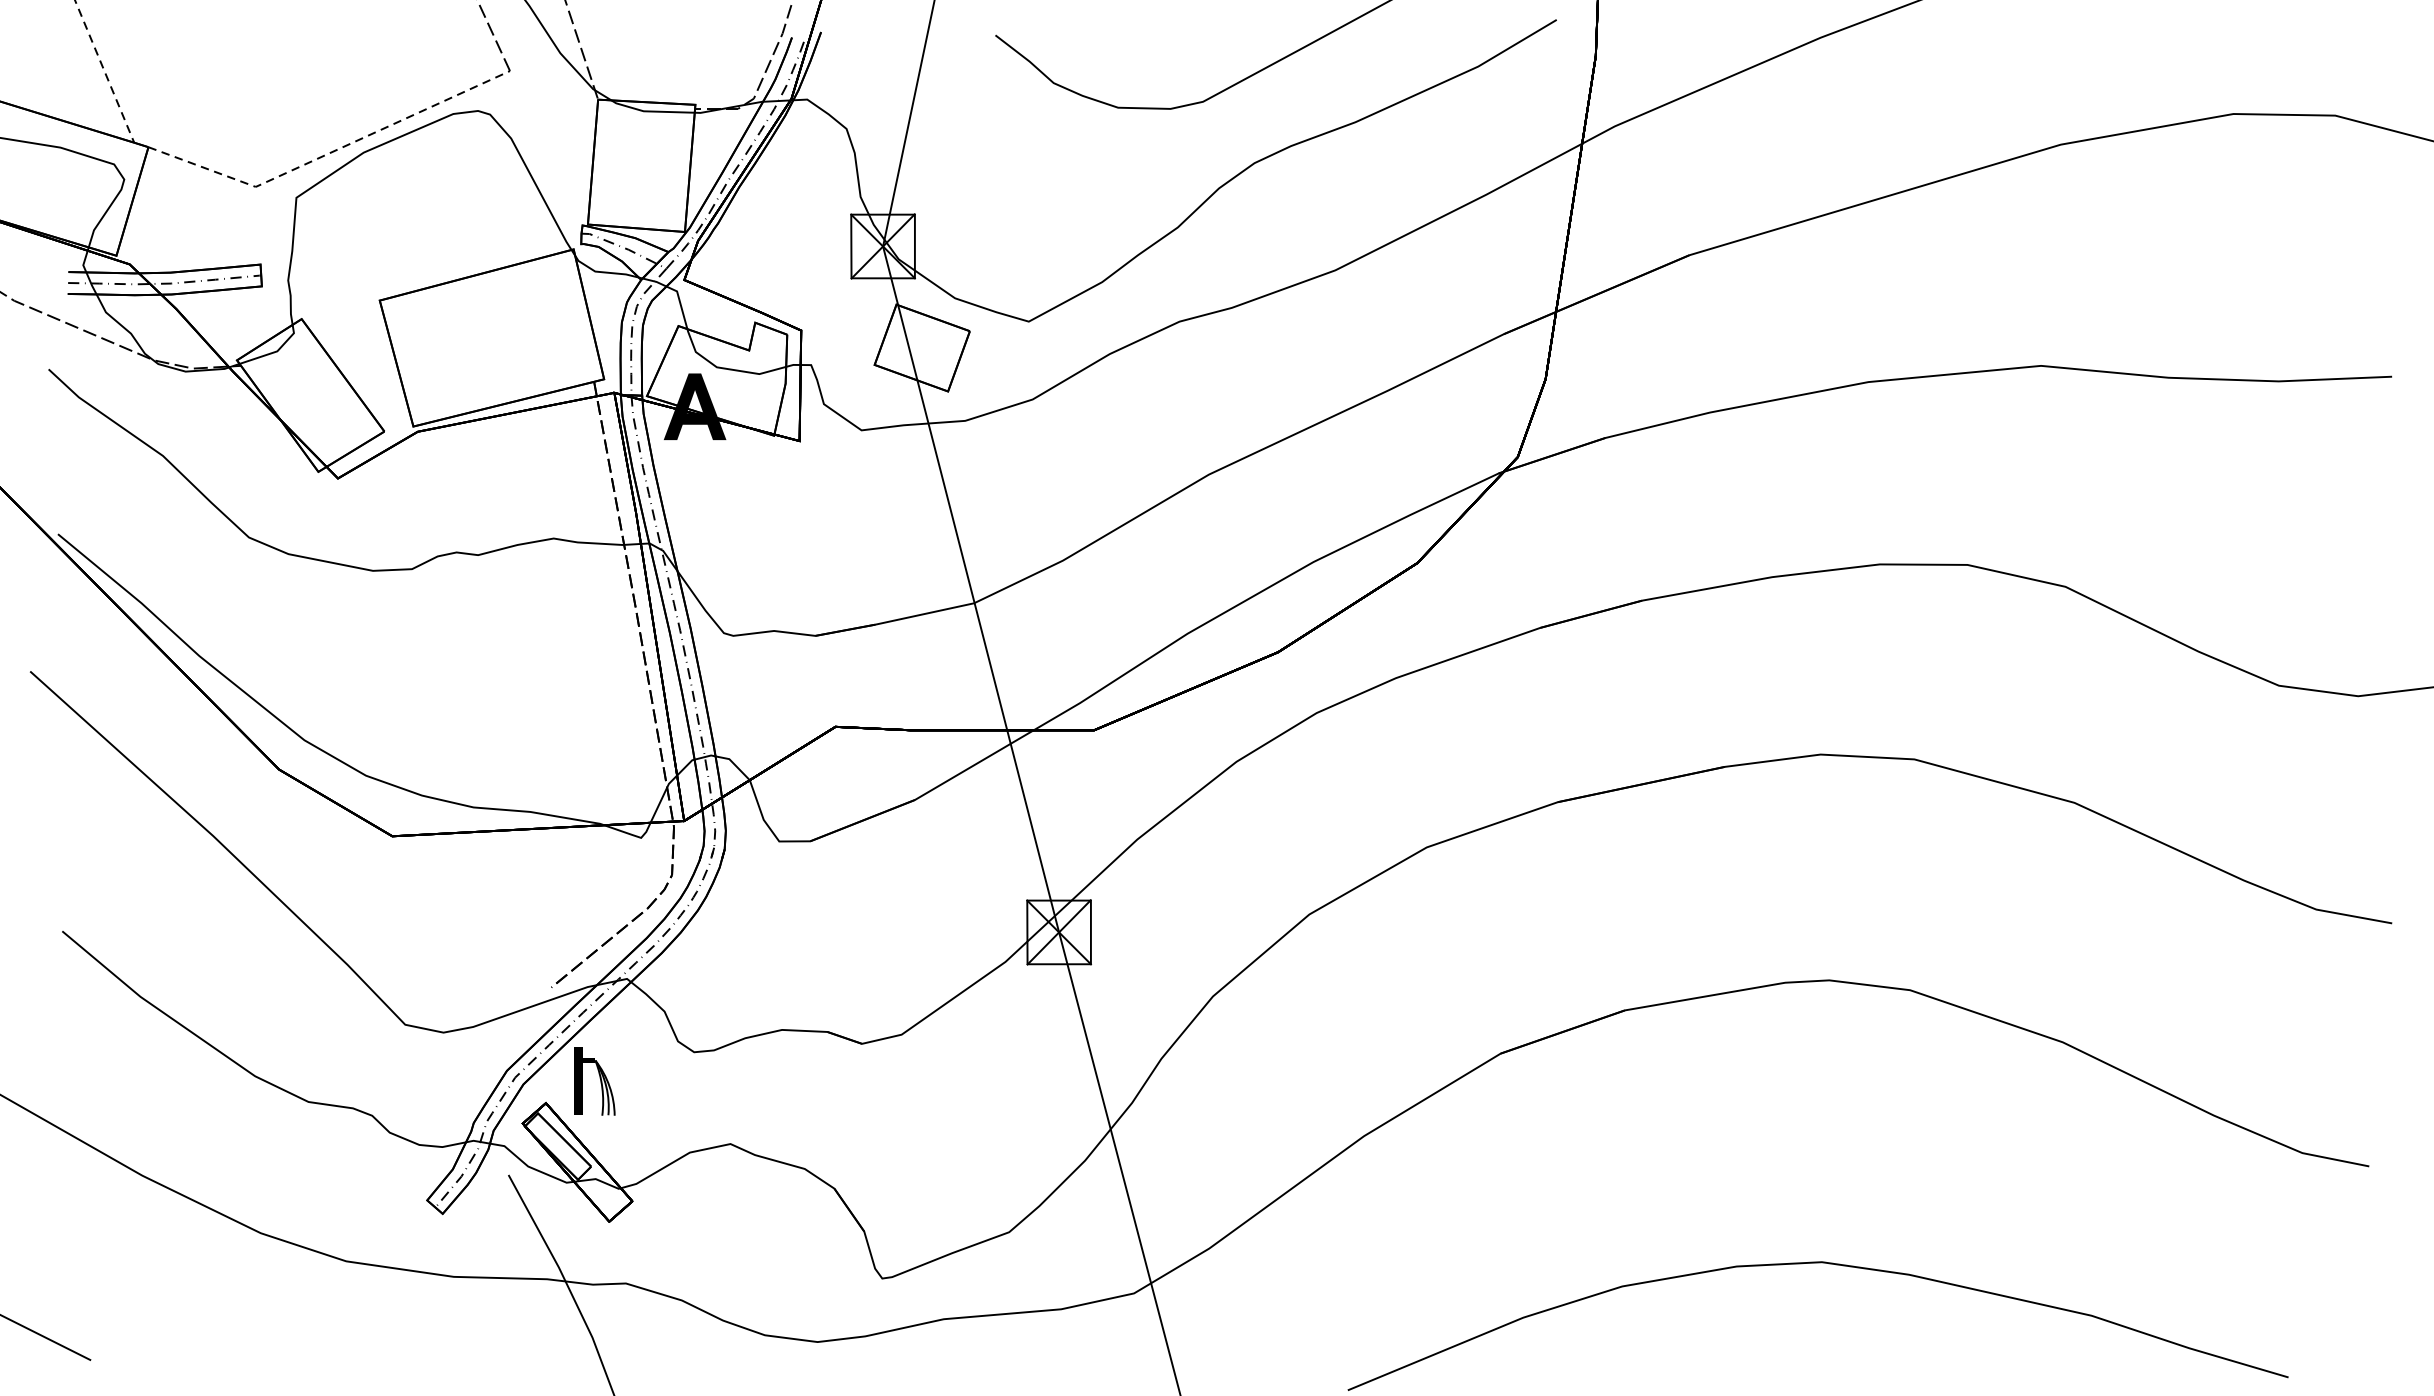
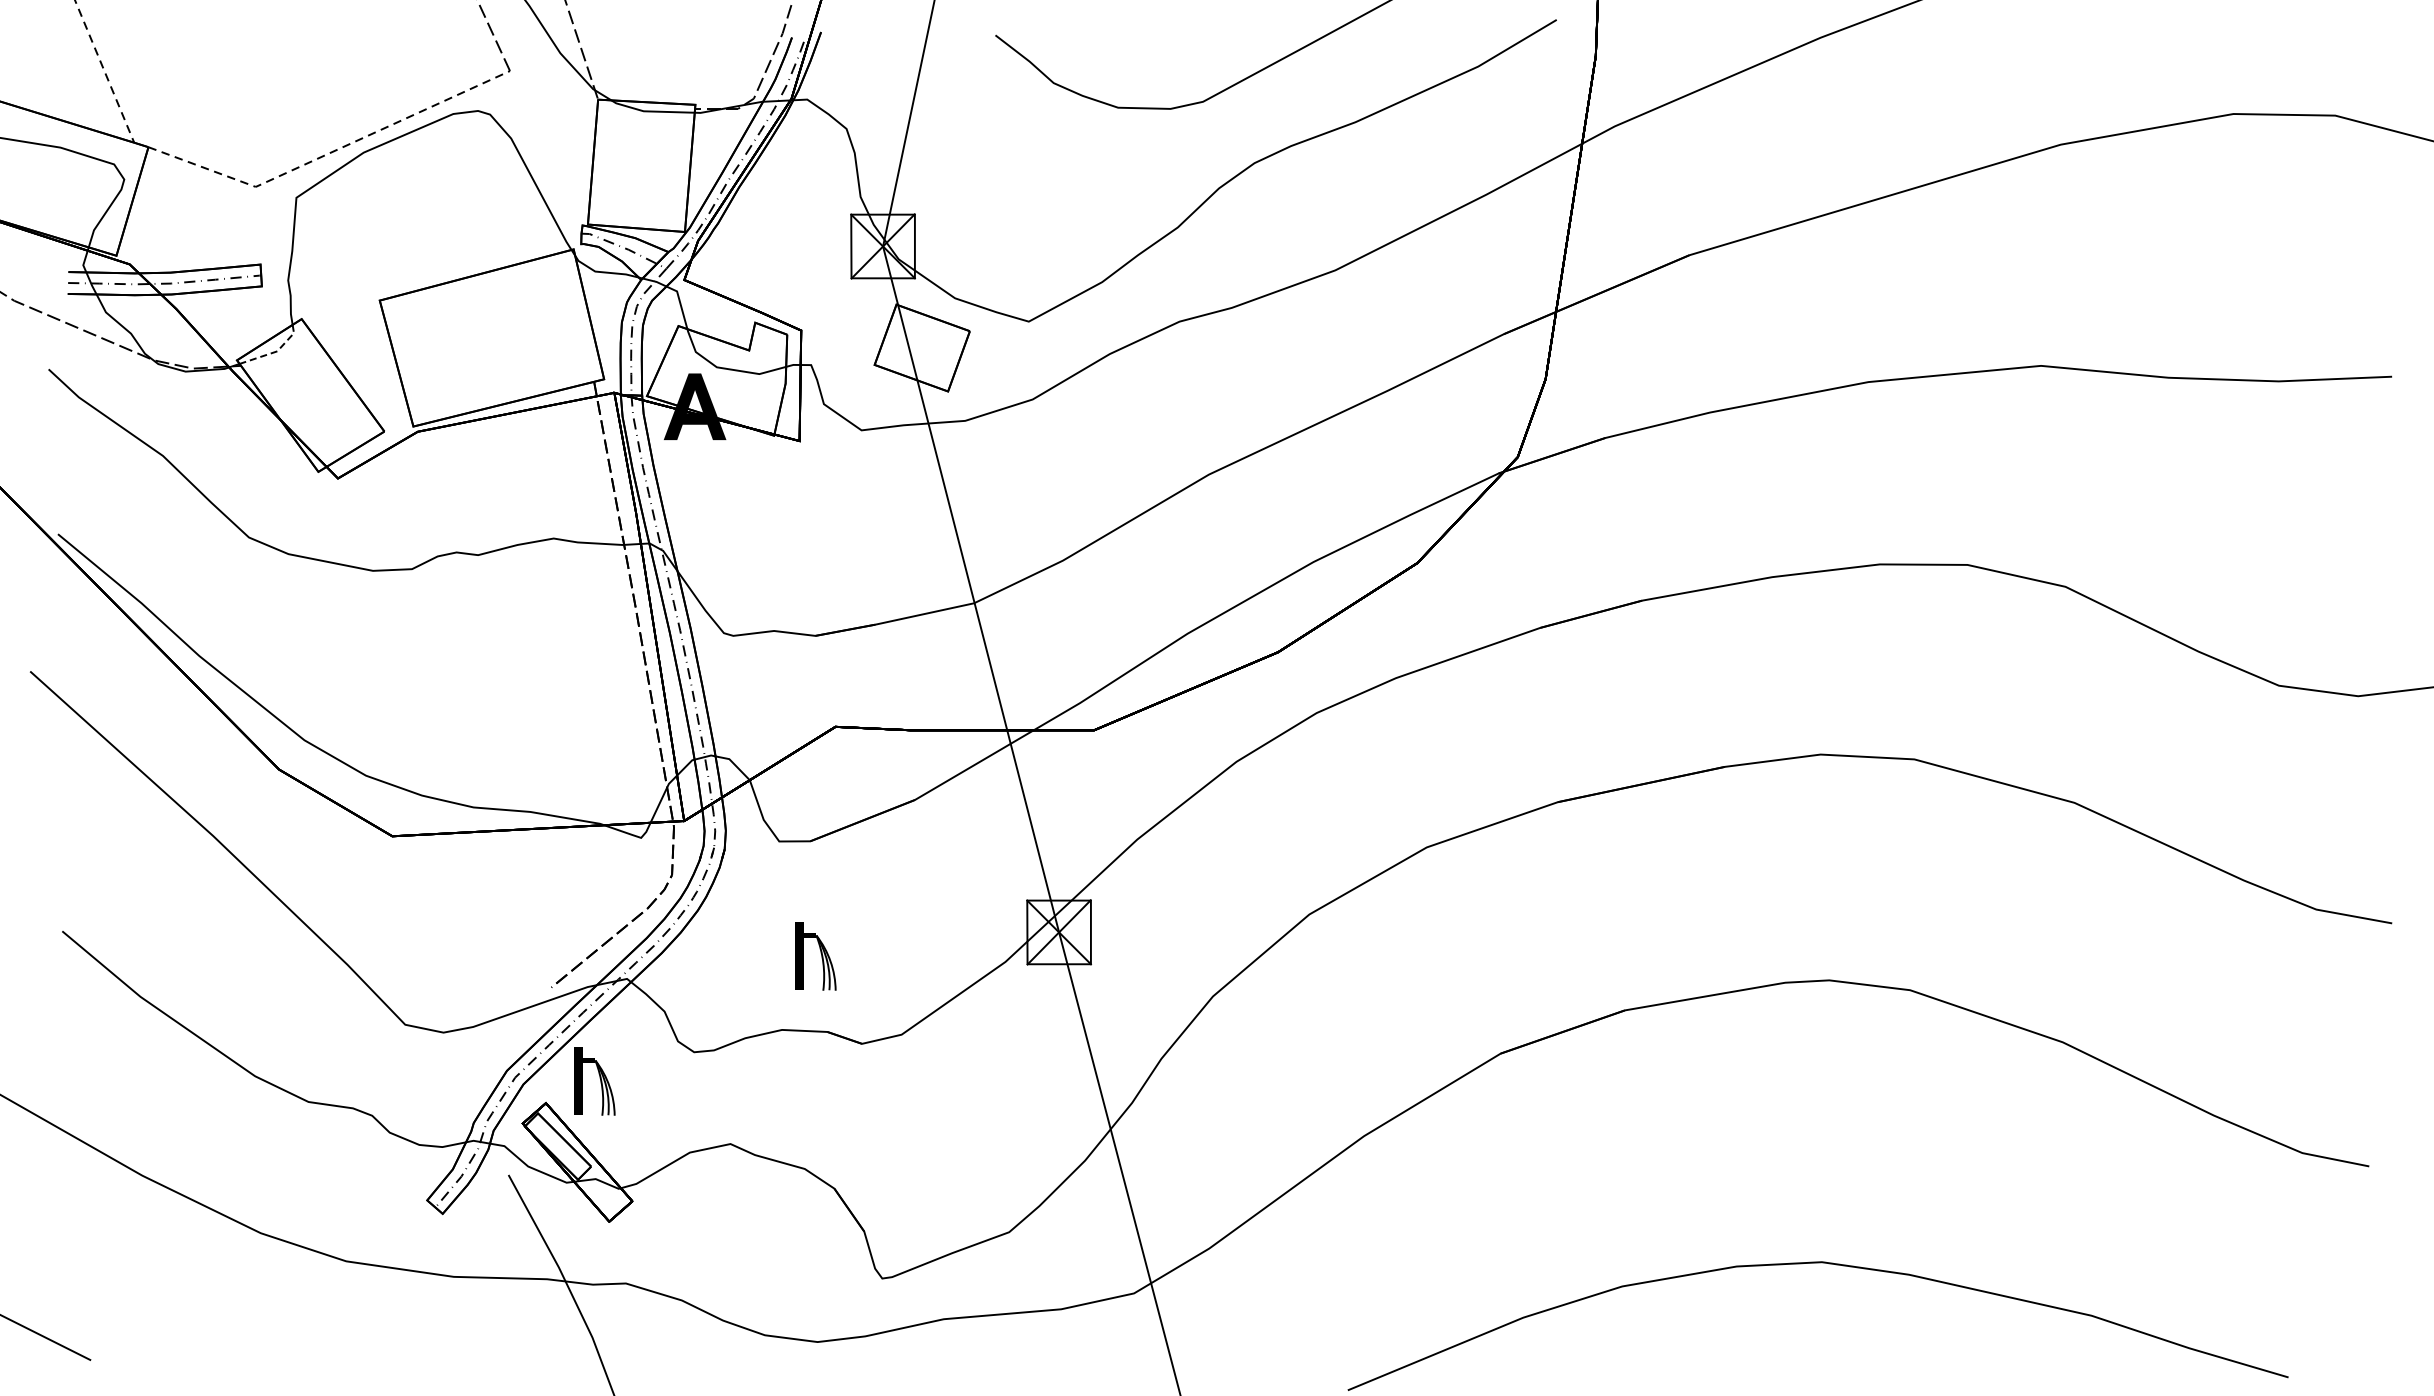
line at (275, 351): solid -> dashed
part at (815, 956): none -> present
